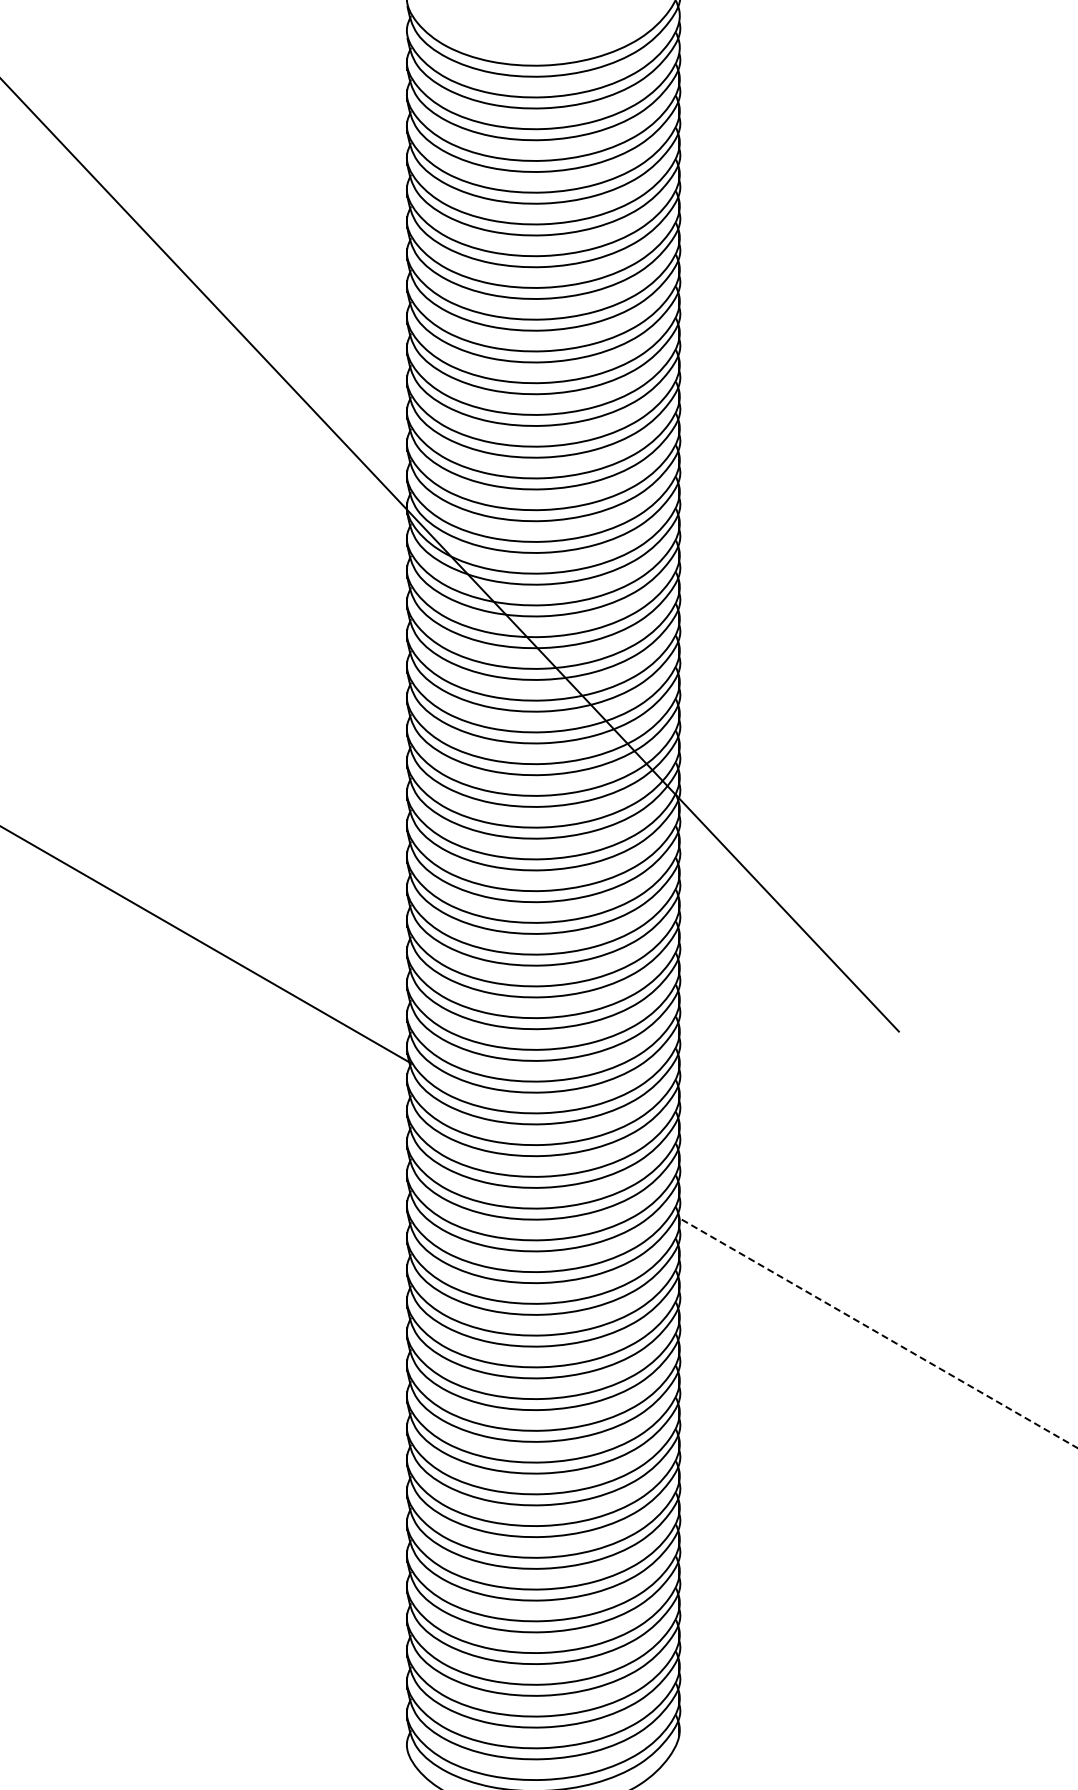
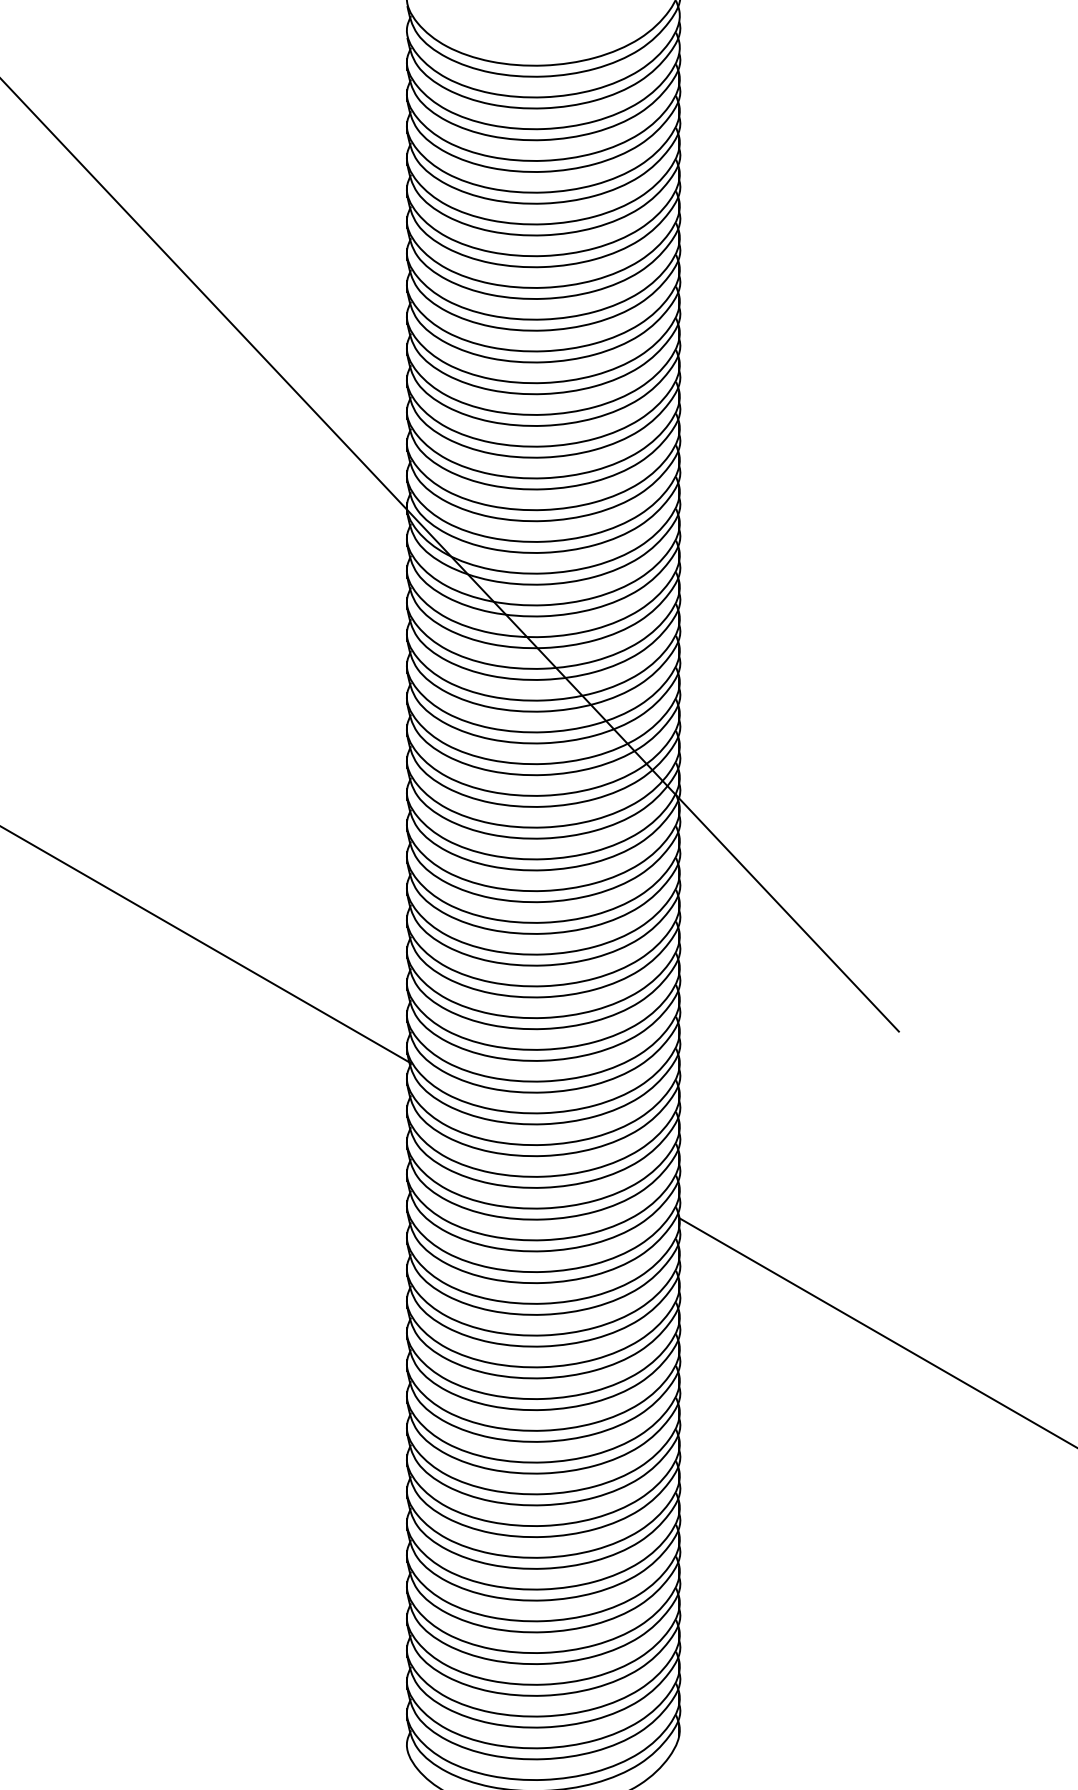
line at (878, 1333): dashed -> solid
